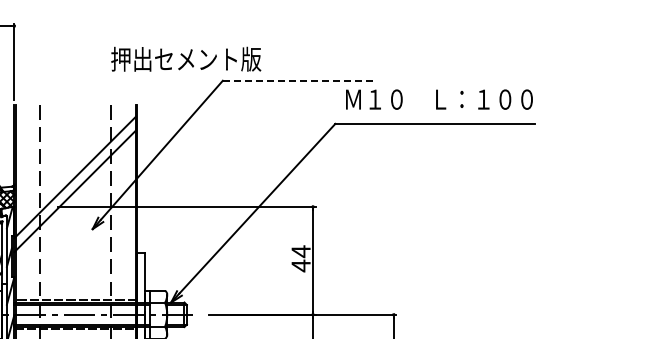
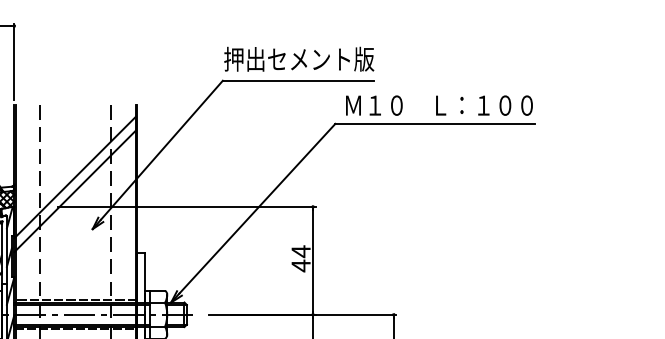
text at (186, 58) position: (186, 58) -> (299, 58)
line at (298, 80): dashed -> solid
text at (439, 99) position: (439, 99) -> (439, 105)
